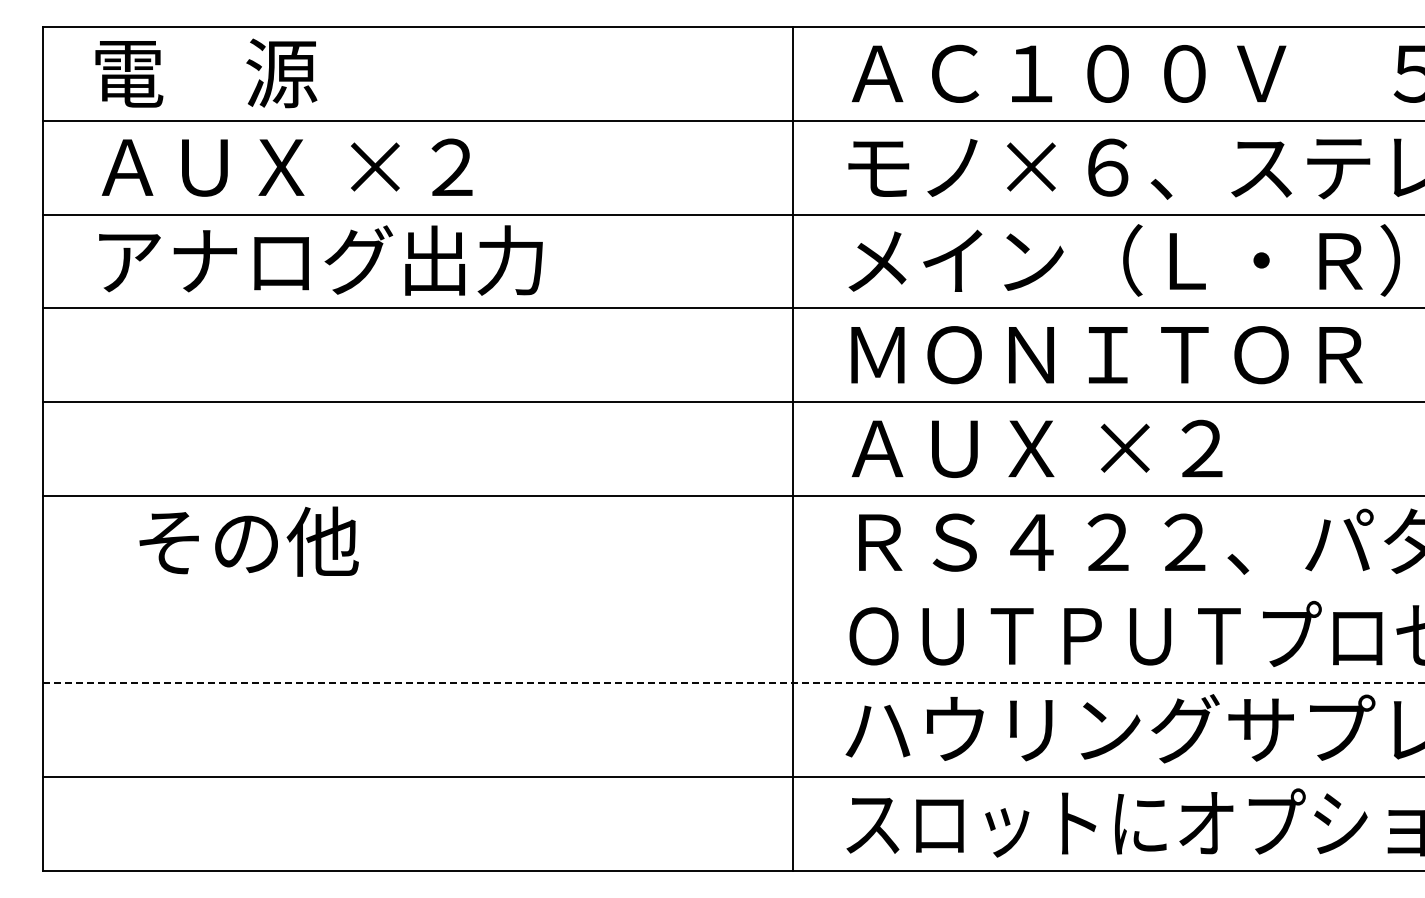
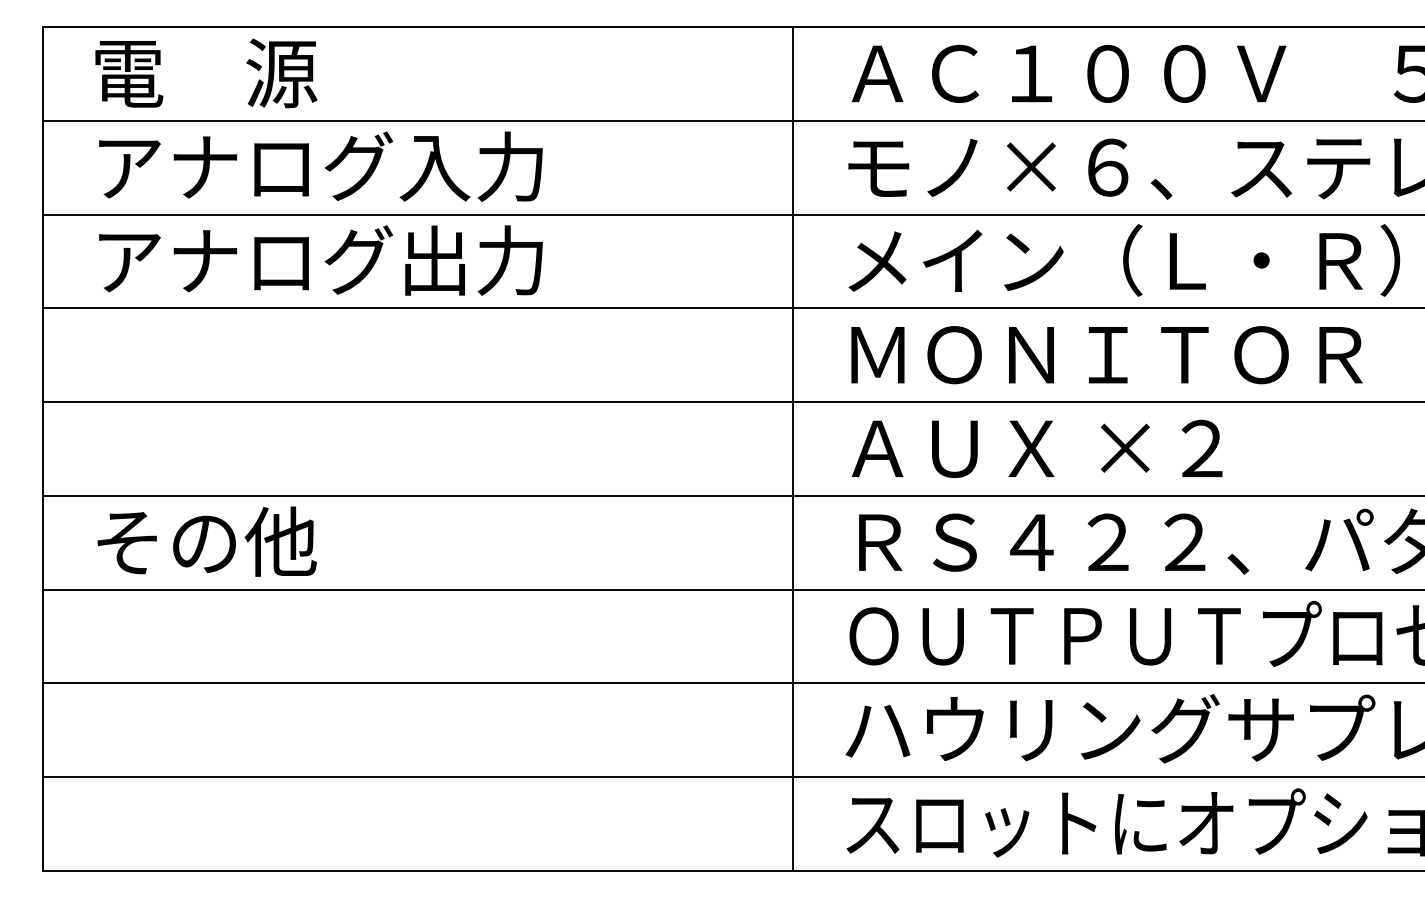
text at (320, 166): ＡＵＸ ×２ -> アナログ入力
text at (248, 541) position: (248, 541) -> (206, 541)
line at (731, 589): none -> present
line at (733, 683): dashed -> solid
